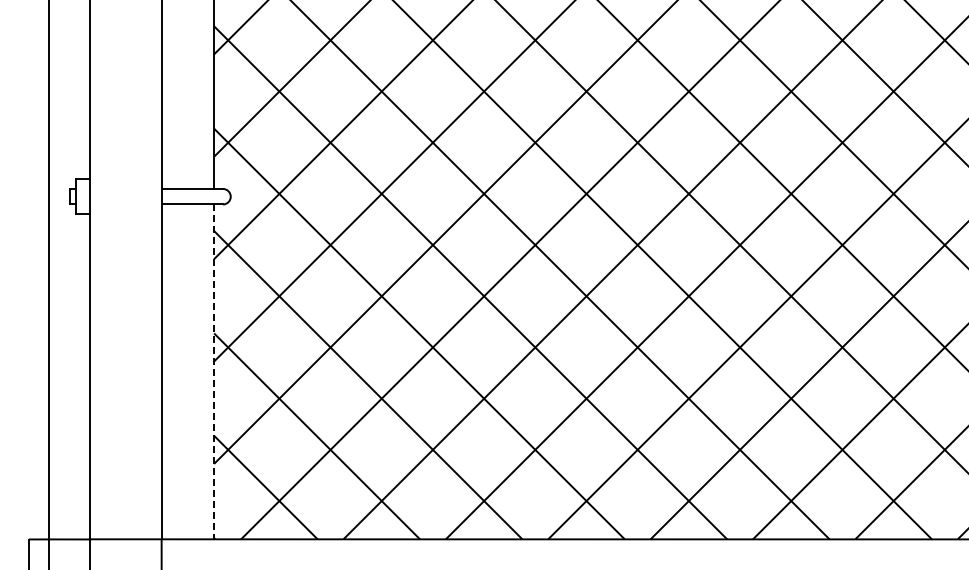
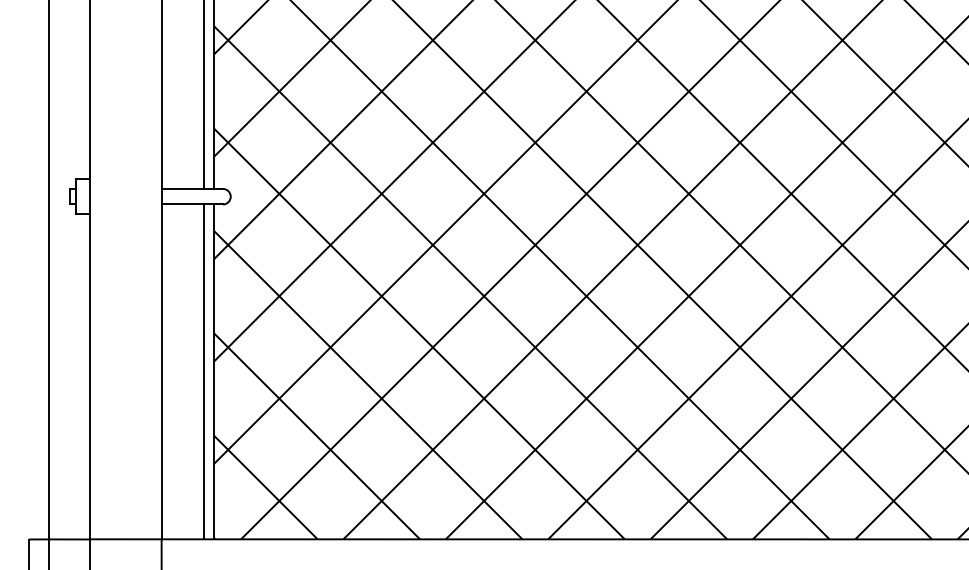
line at (203, 95): none -> present
line at (203, 371): none -> present
line at (214, 372): dashed -> solid
